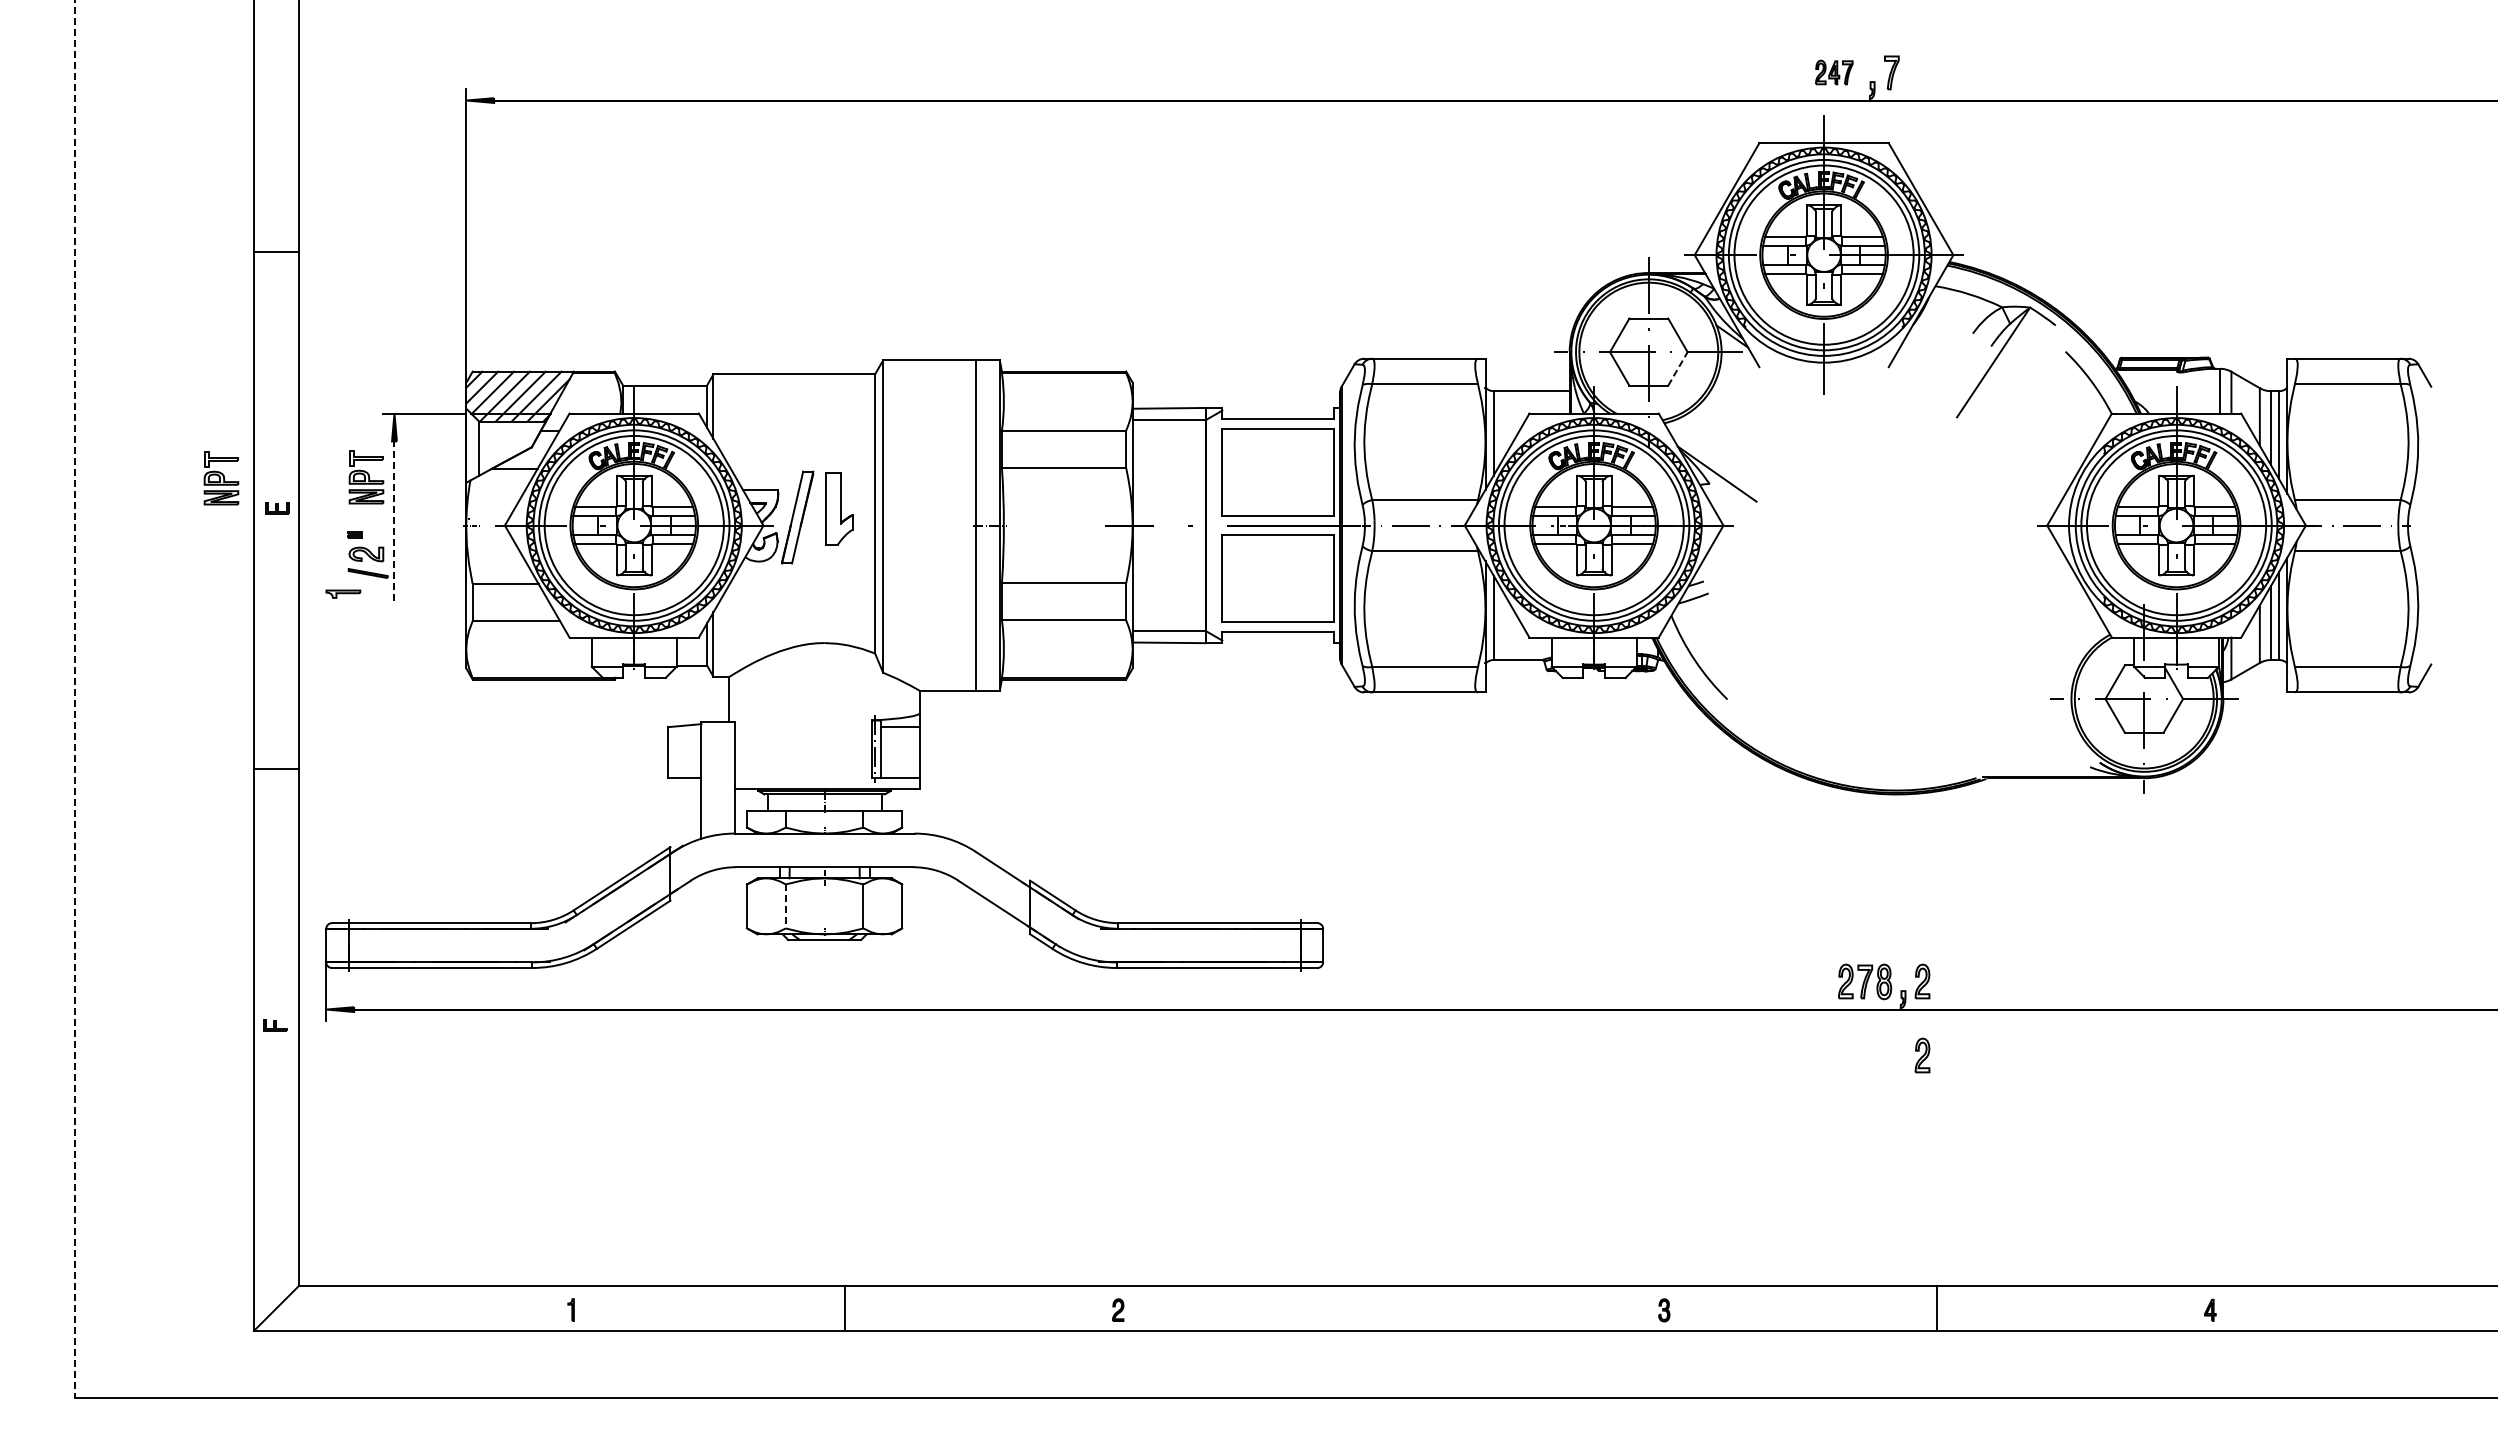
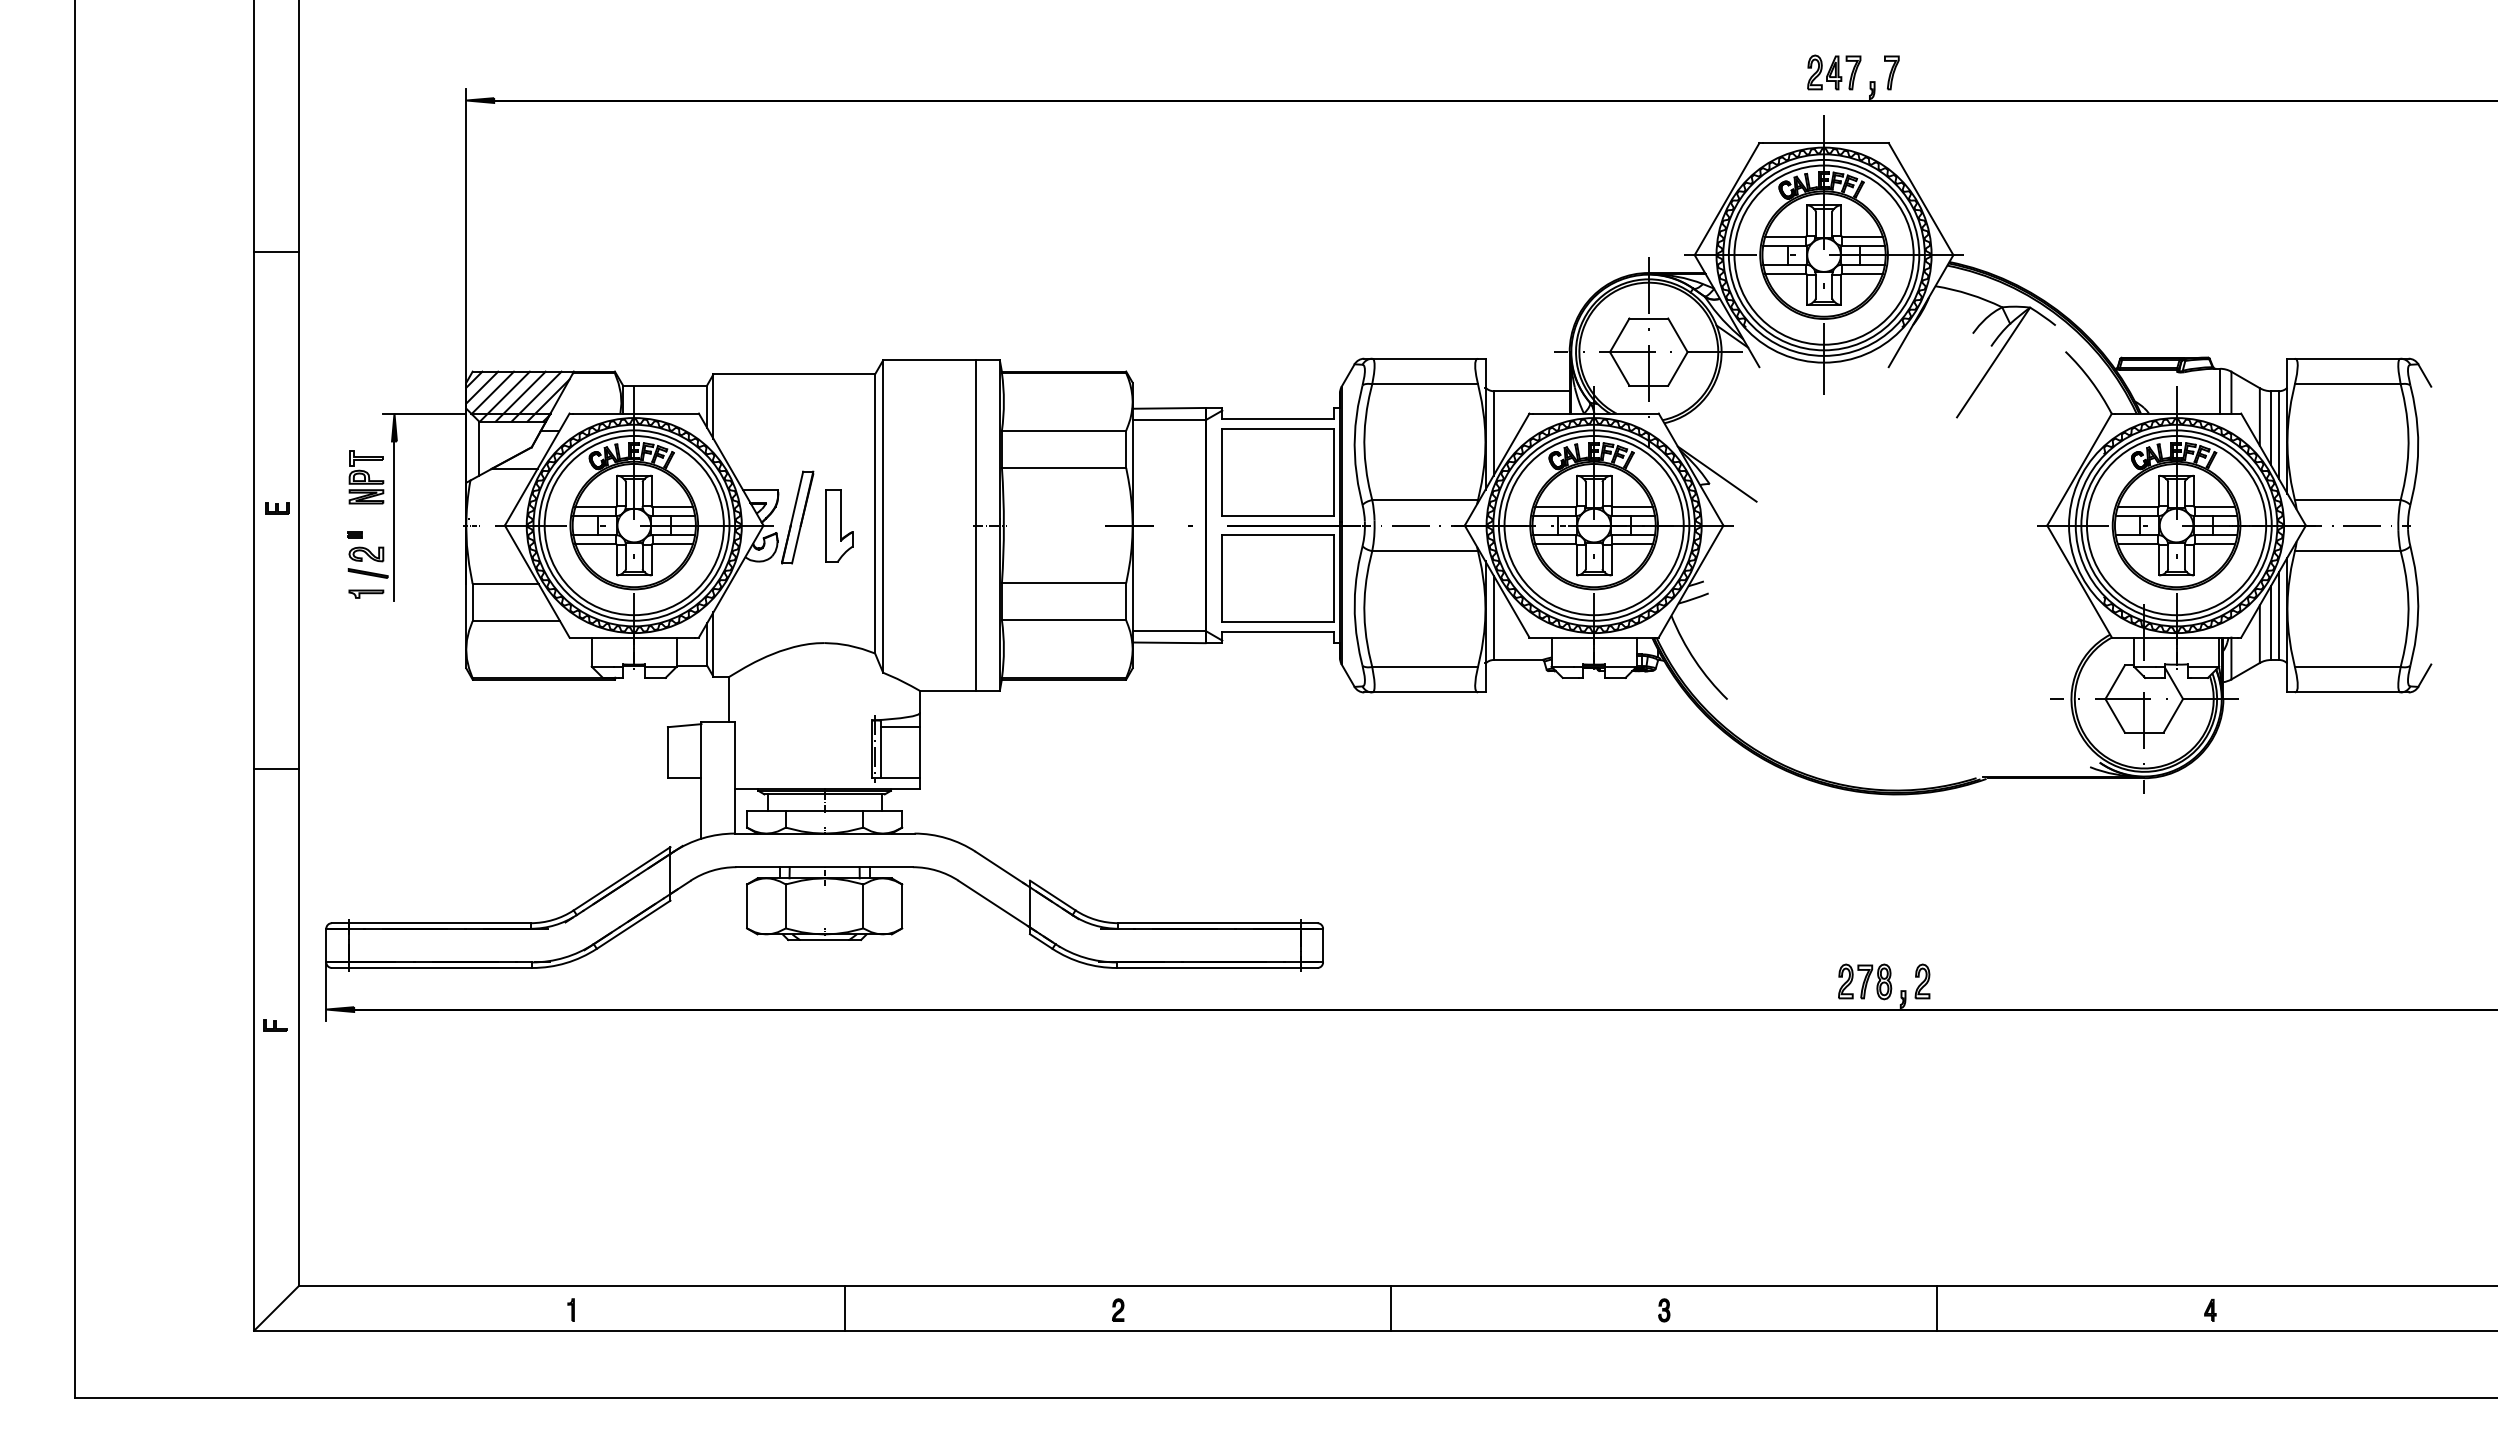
part at (1834, 72) size: 39x27 px -> 55x37 px
line at (1678, 368): dashed -> solid
part at (221, 478): present -> none
part at (839, 508) position: (839, 508) -> (839, 525)
line at (394, 521): dashed -> solid
part at (343, 593) position: (343, 593) -> (366, 593)
line at (74, 699): dashed -> solid
line at (785, 906): dashed -> solid
part at (1922, 1055): present -> none
line at (1390, 1307): none -> present
